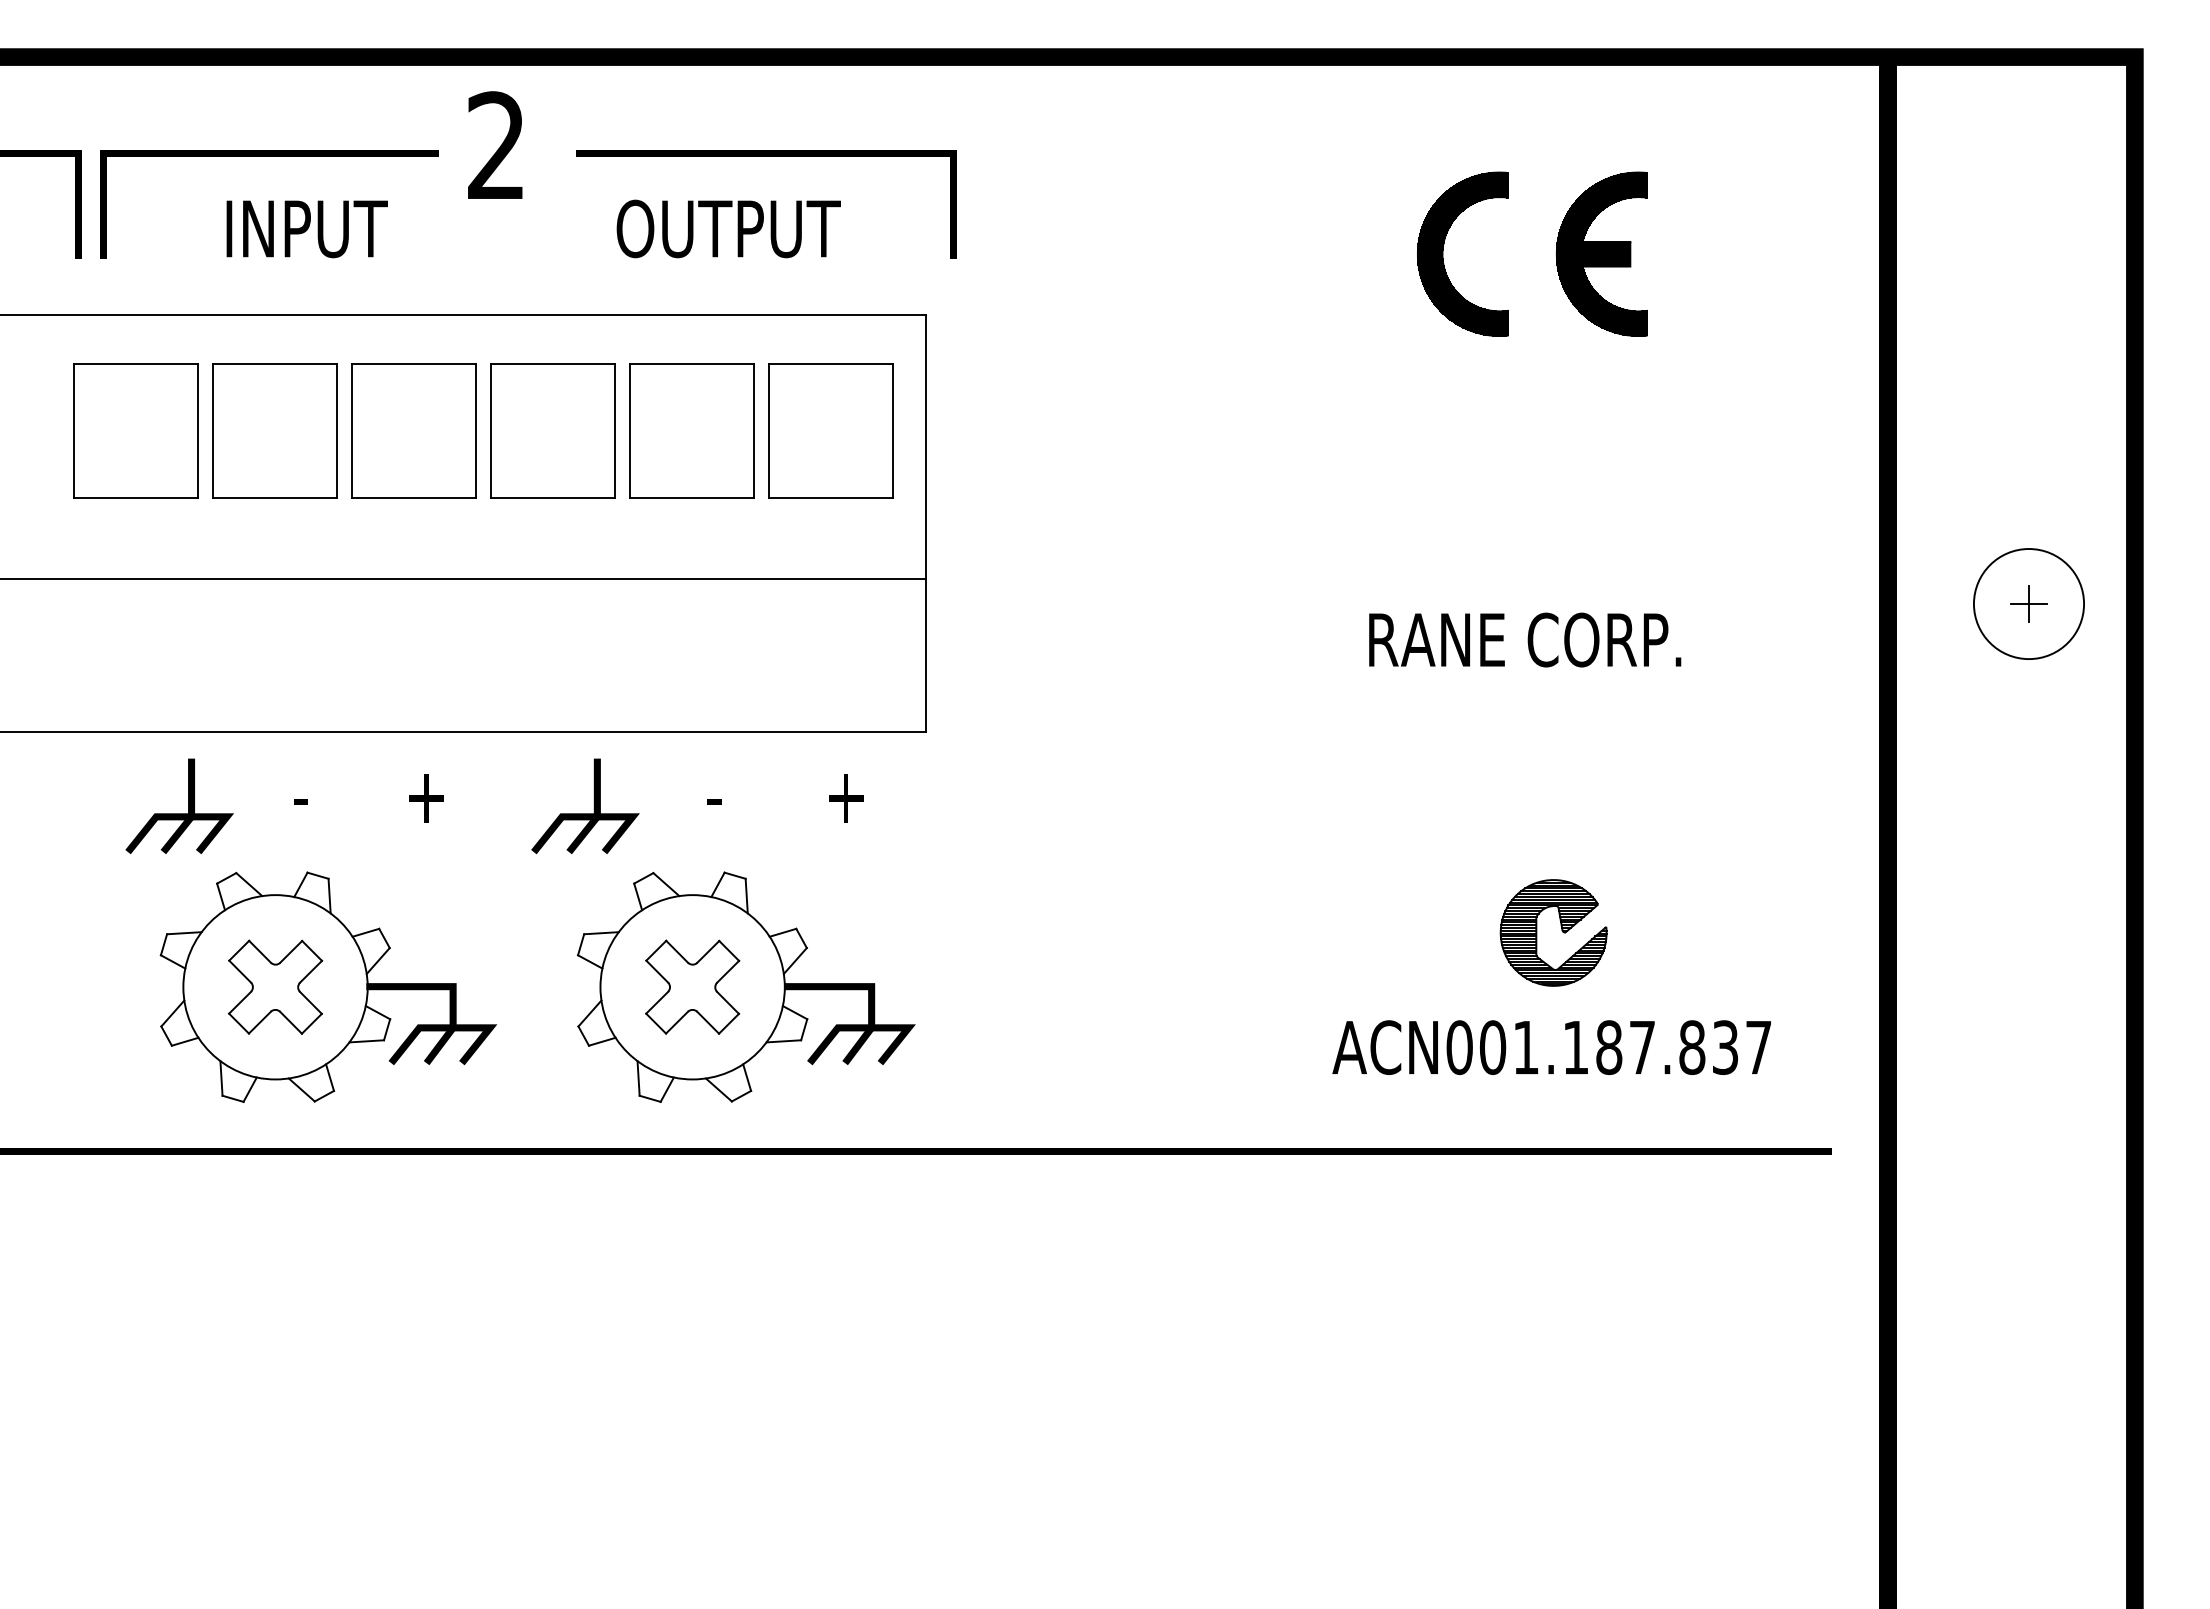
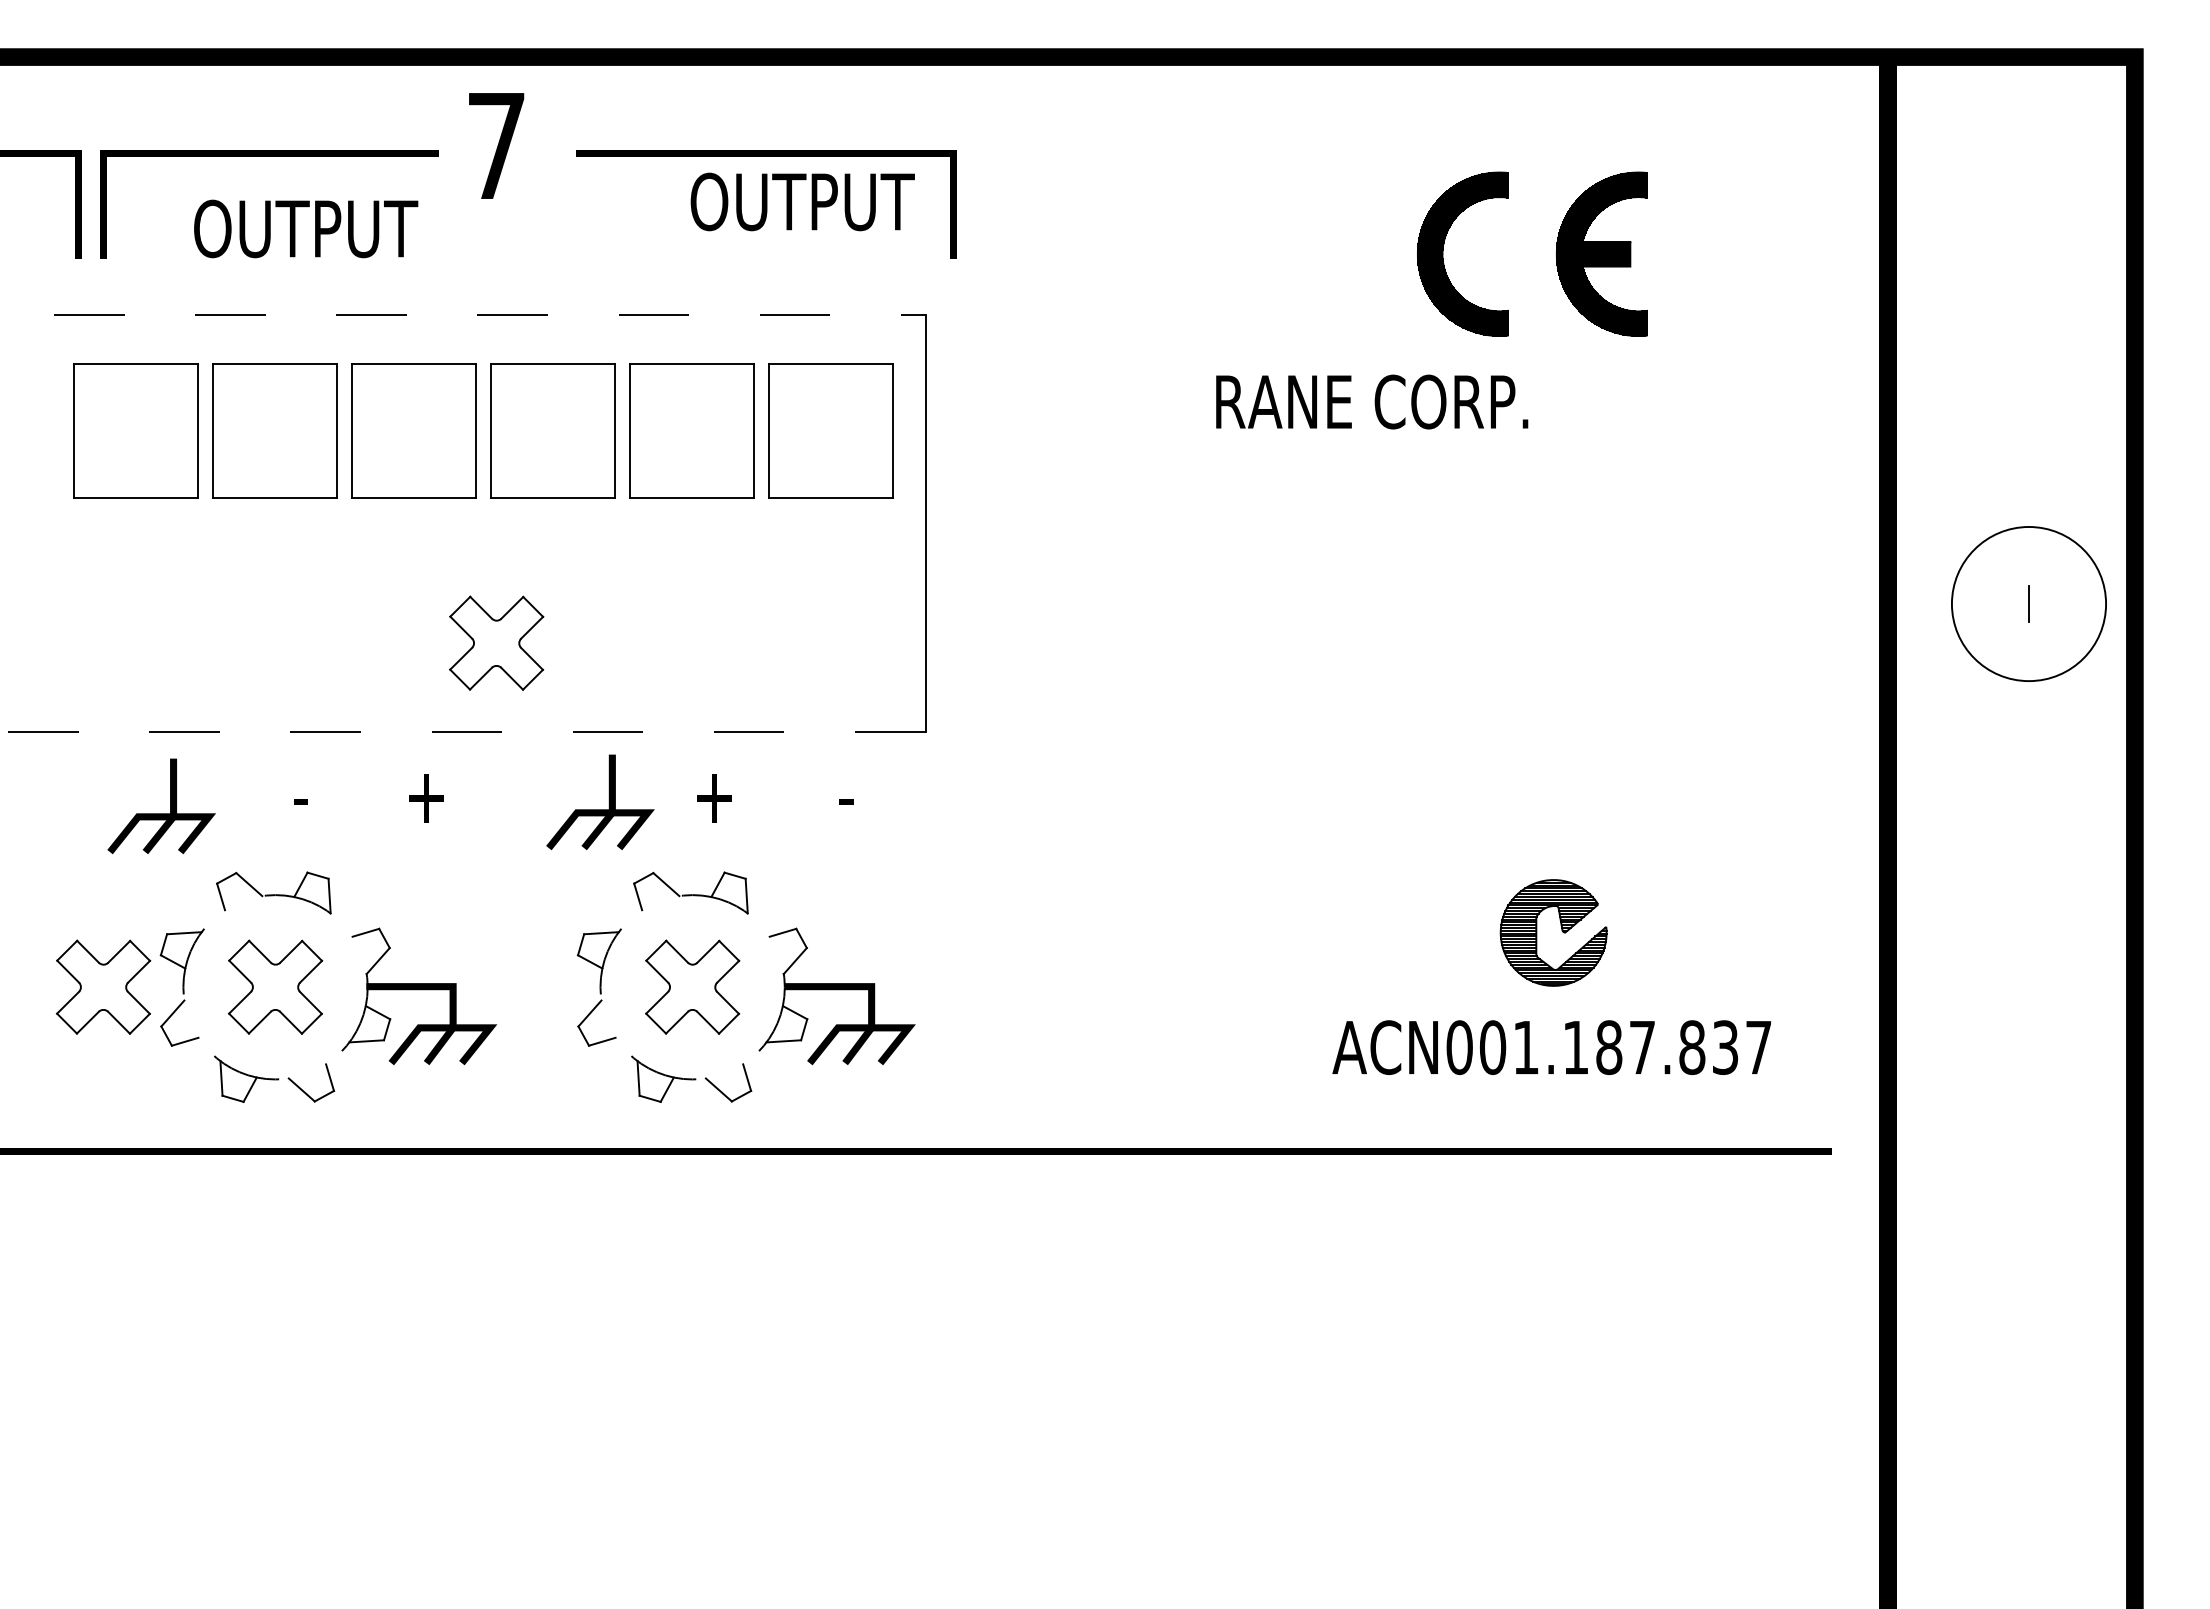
text at (496, 144): 2 -> 7
text at (306, 228): INPUT -> OUTPUT
text at (728, 228) position: (728, 228) -> (802, 201)
line at (463, 315): solid -> dashed
line at (463, 579): present -> none
circle at (2028, 604) diameter: 110 px -> 154 px
line at (2028, 604): present -> none
text at (1525, 639) position: (1525, 639) -> (1372, 401)
part at (496, 642): none -> present
line at (462, 732): solid -> dashed
text at (714, 798): - -> +
text at (846, 798): + -> -
part at (593, 805) position: (593, 805) -> (608, 801)
part at (179, 813) position: (179, 813) -> (161, 813)
part at (103, 986): none -> present
circle at (275, 987): solid -> dashed
circle at (692, 987): solid -> dashed
